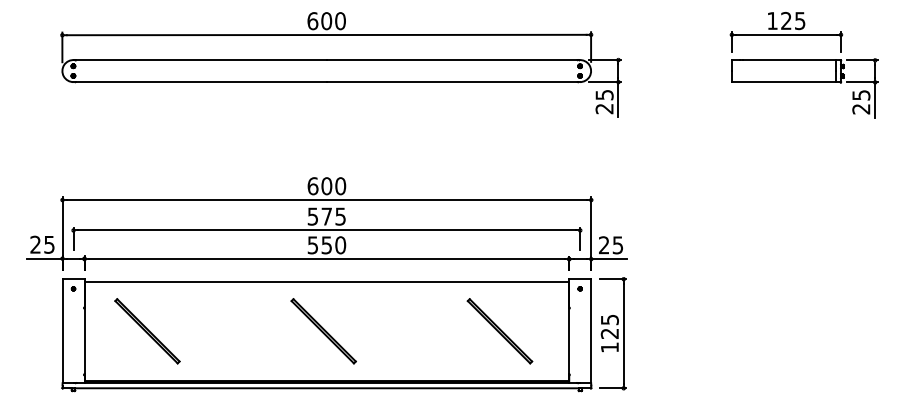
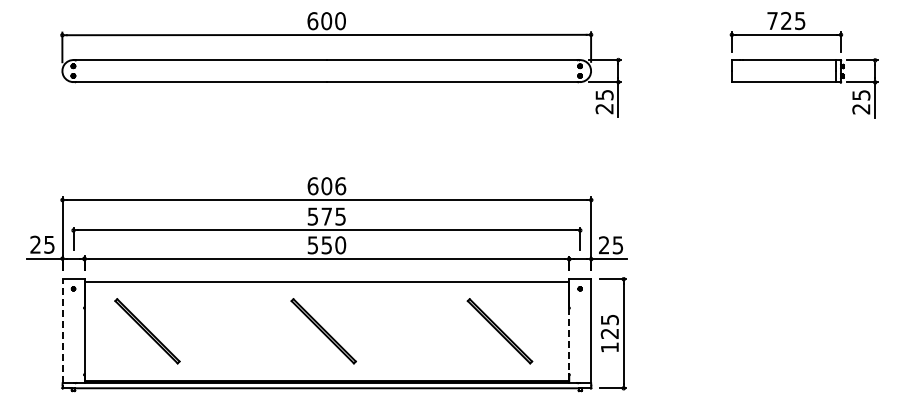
text at (772, 20): 125 -> 725
text at (340, 185): 600 -> 606
line at (62, 331): solid -> dashed
line at (569, 340): solid -> dashed
